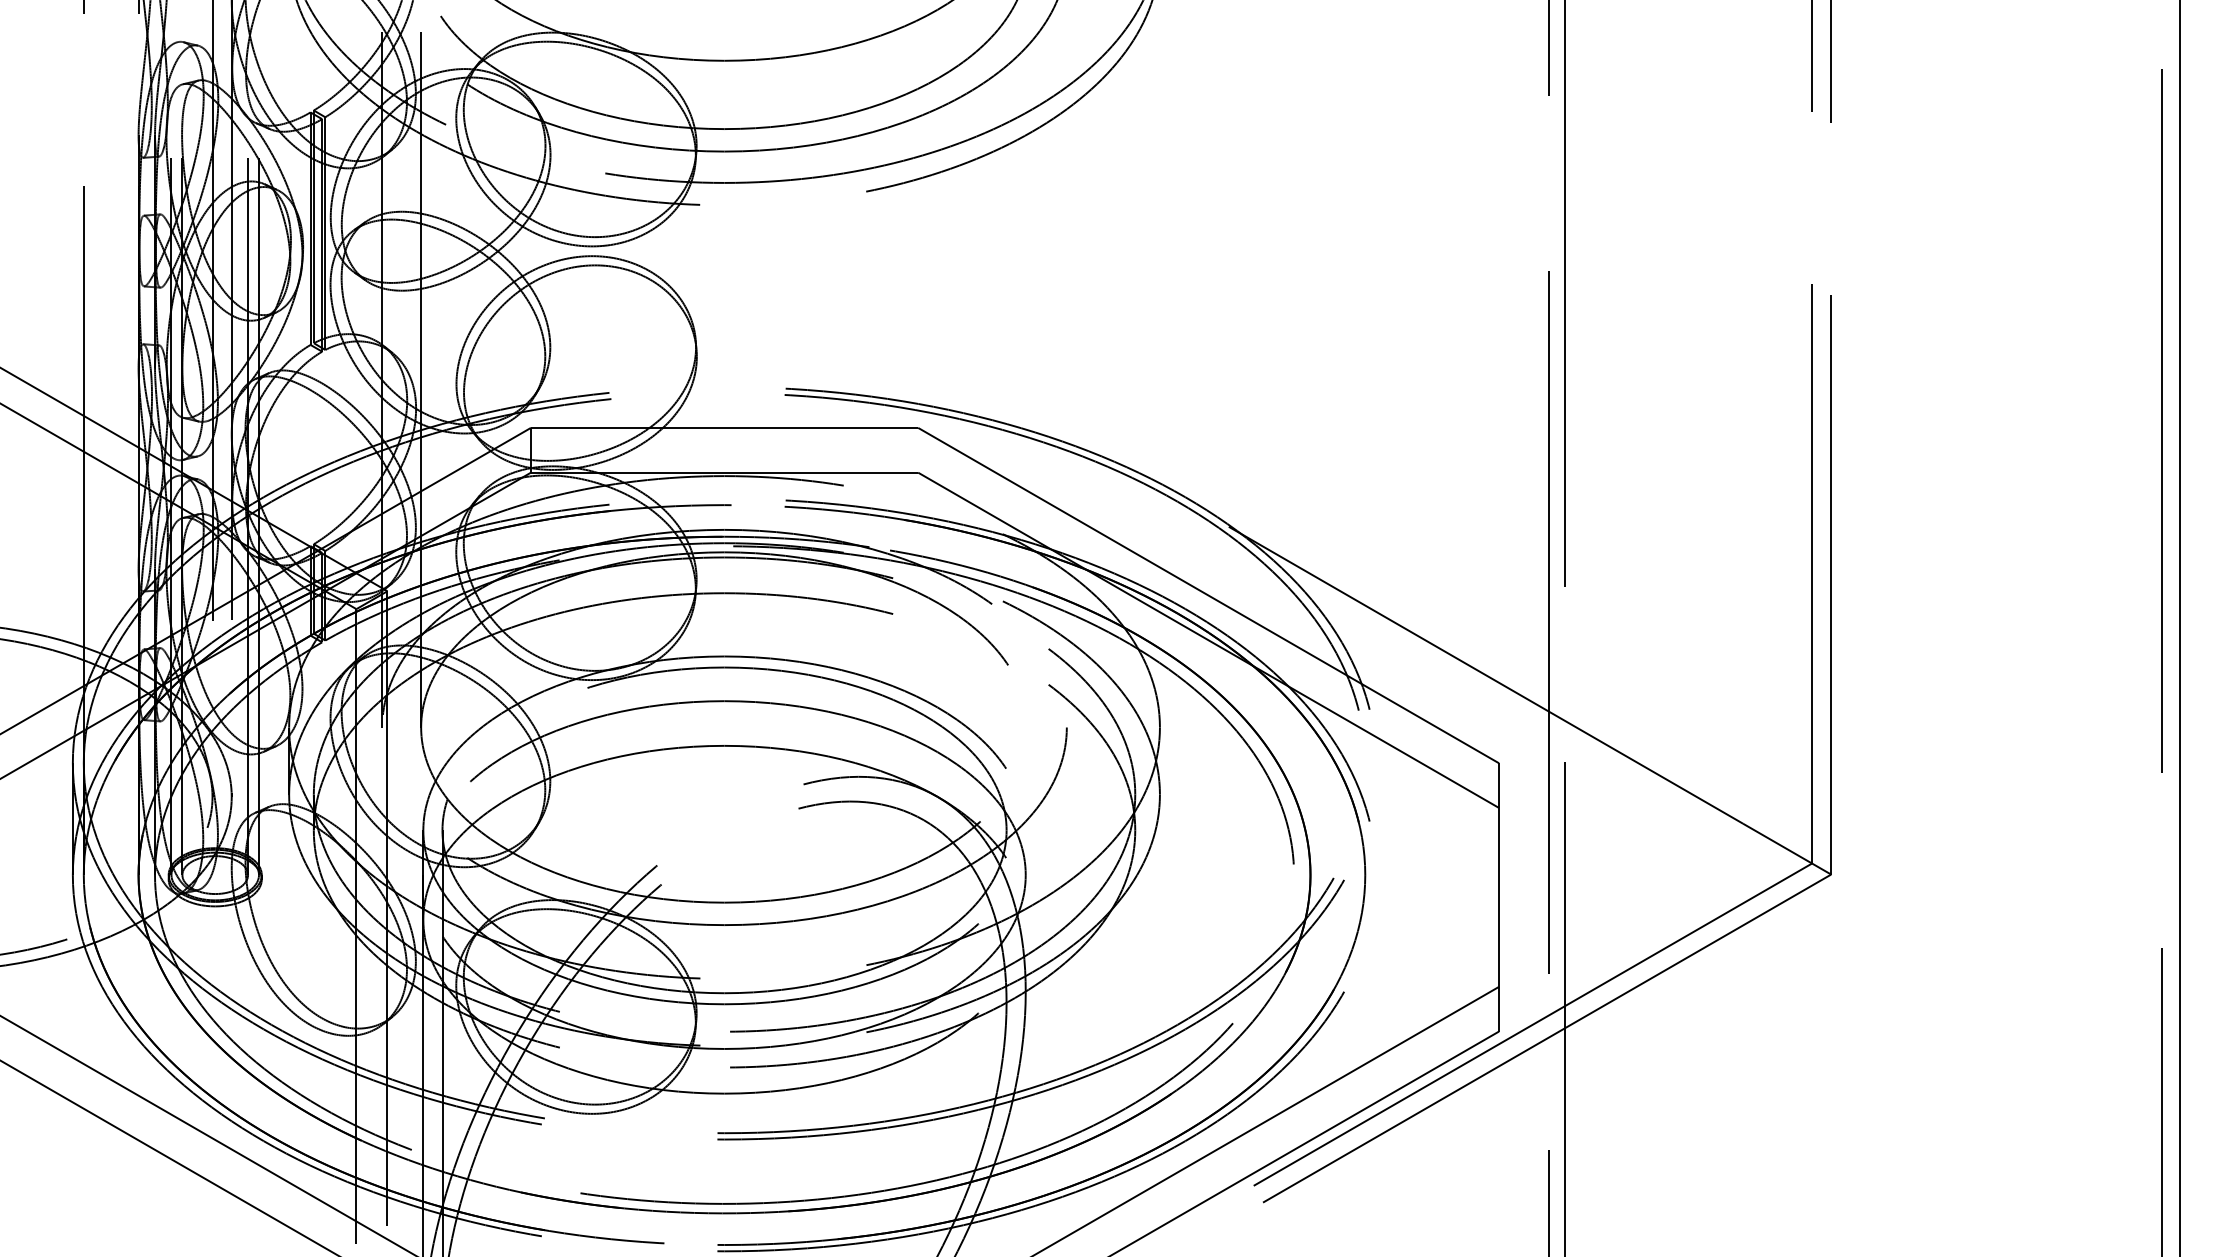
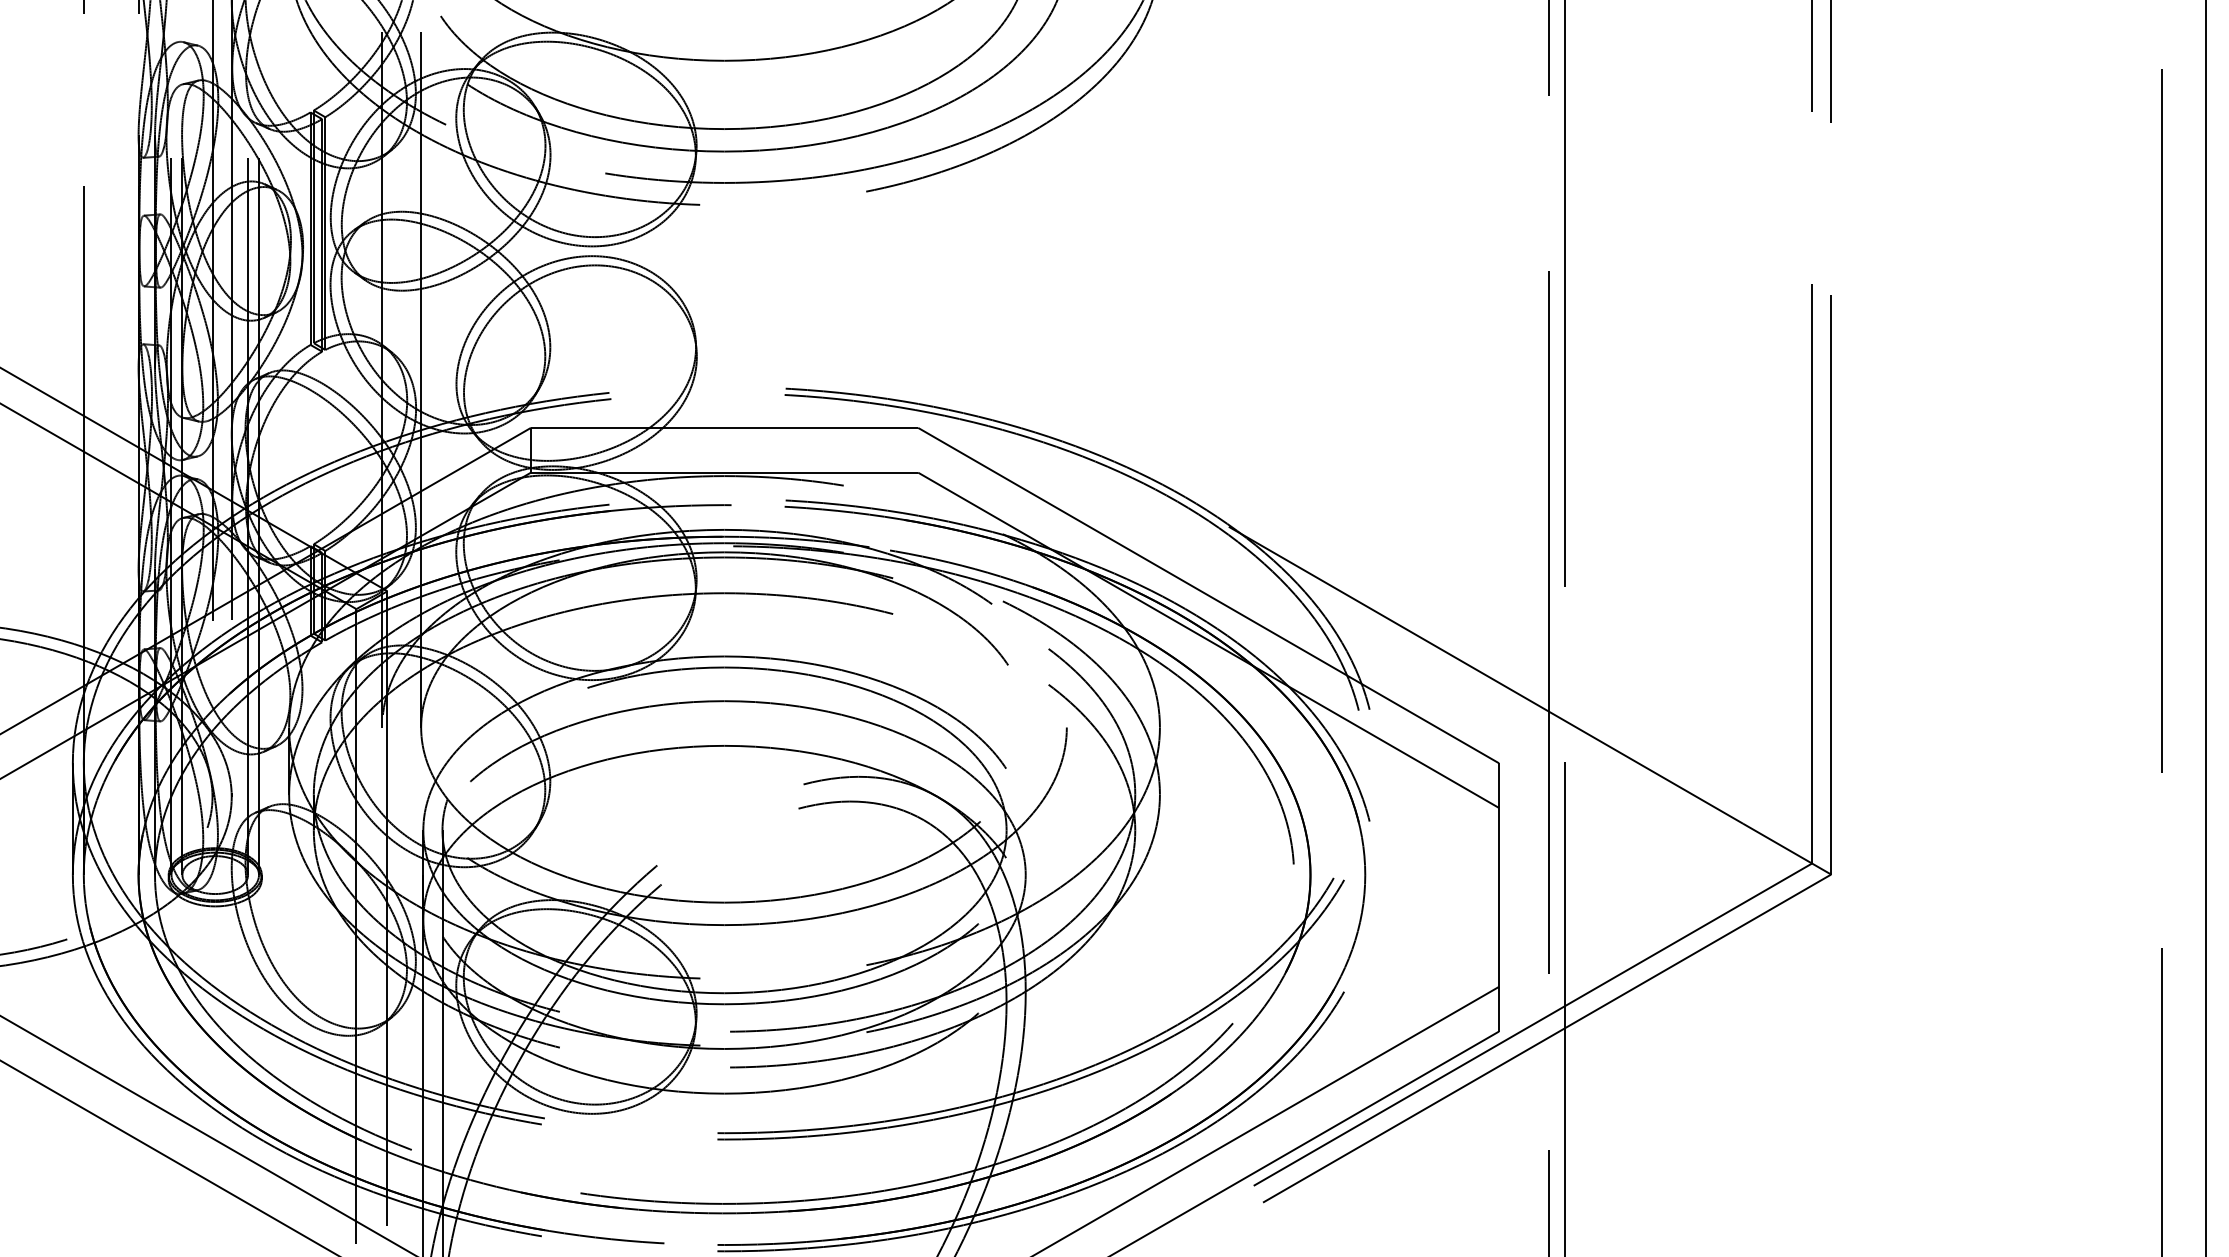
line at (2179, 627) position: (2179, 627) -> (2205, 627)
